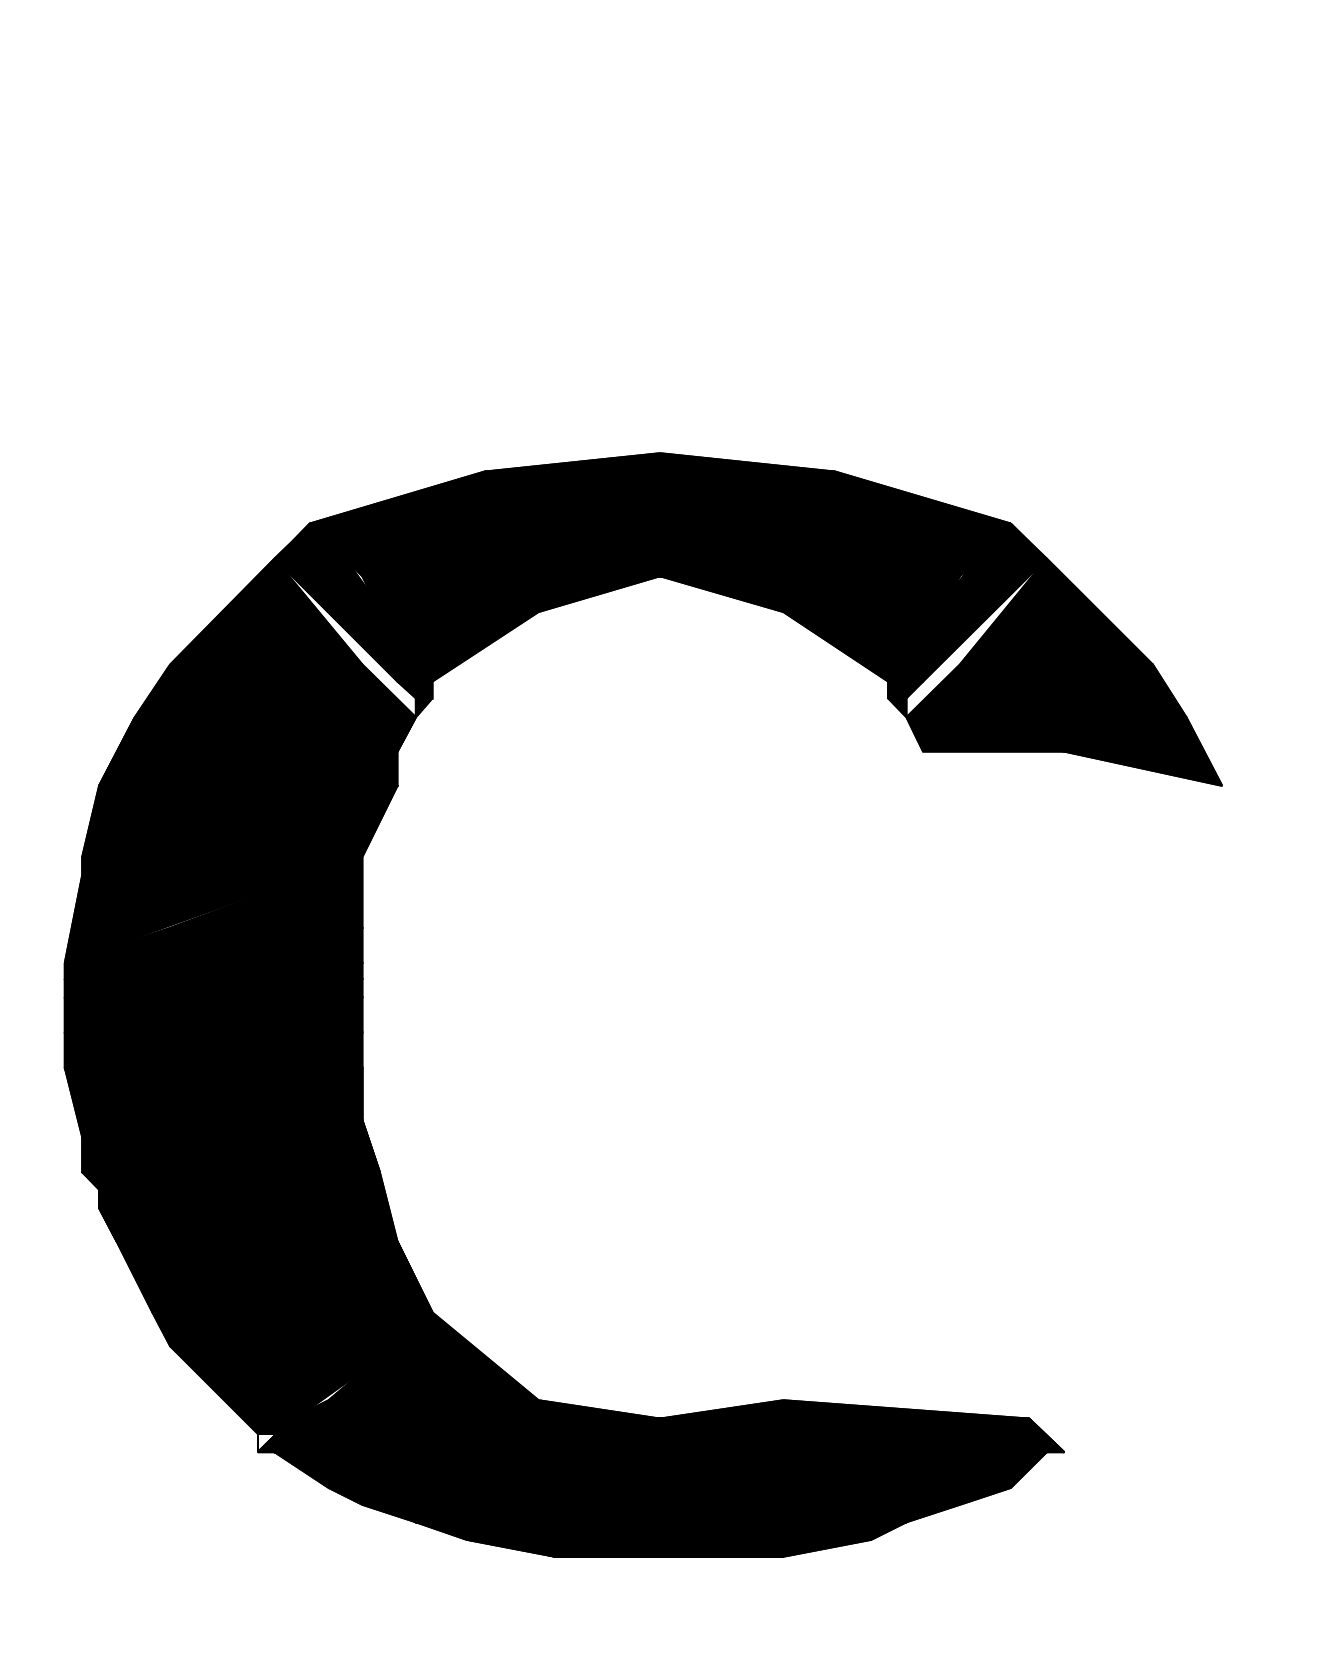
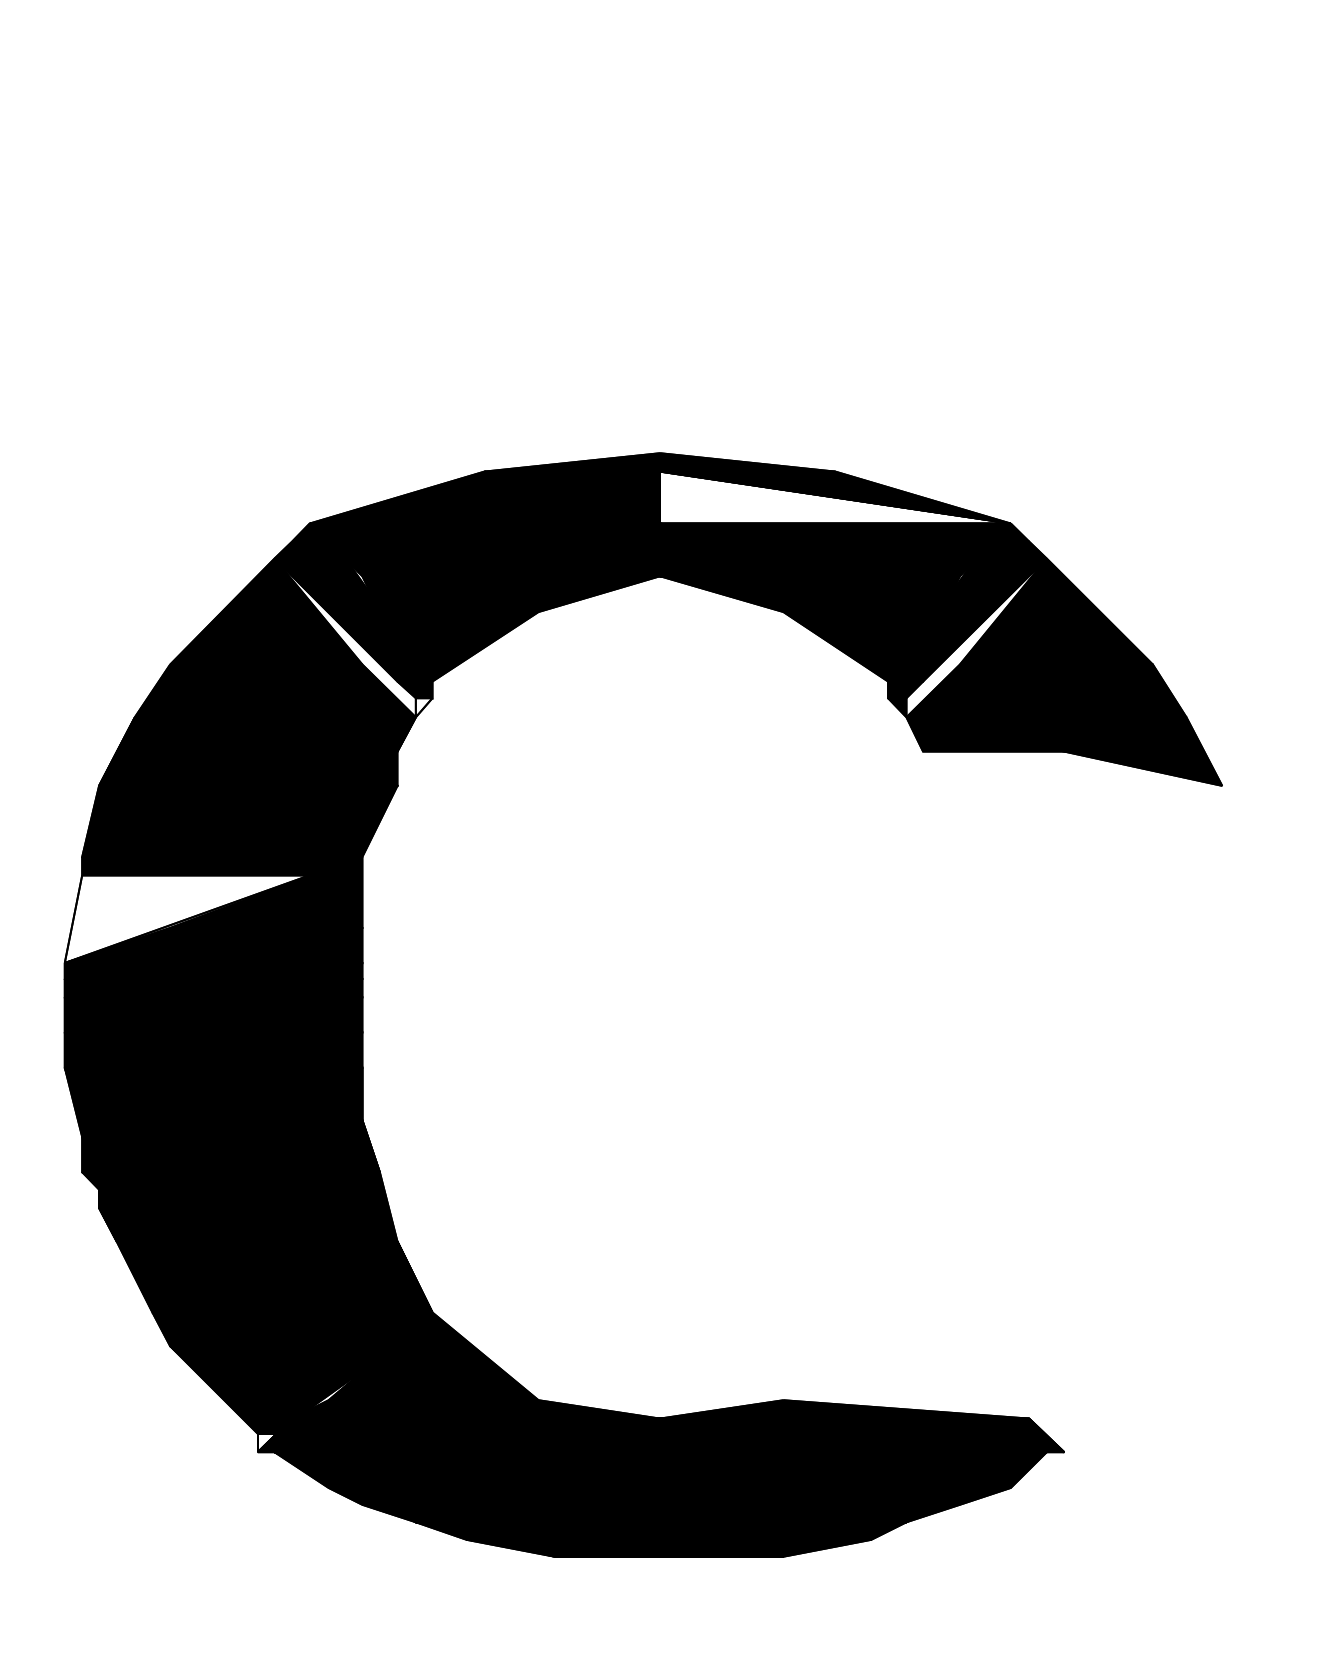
fill at (835, 497): present -> none
fill at (423, 707): present -> none
fill at (186, 919): present -> none
